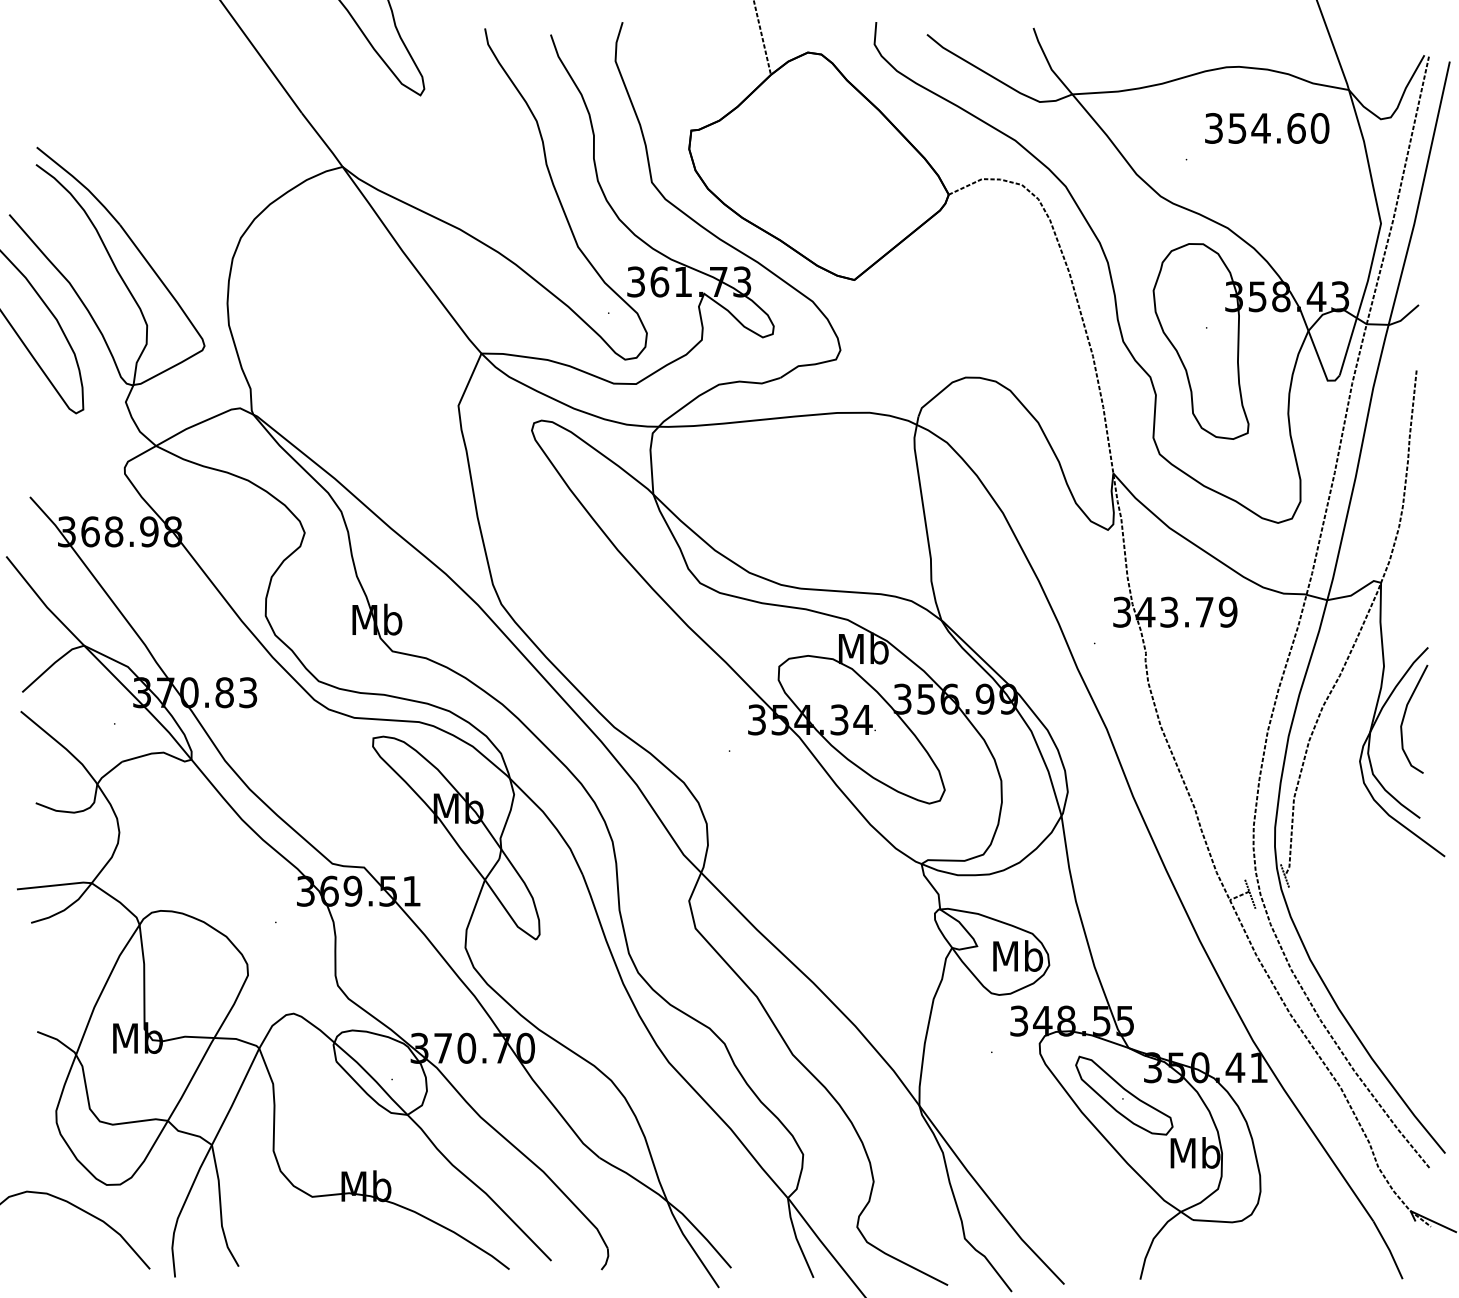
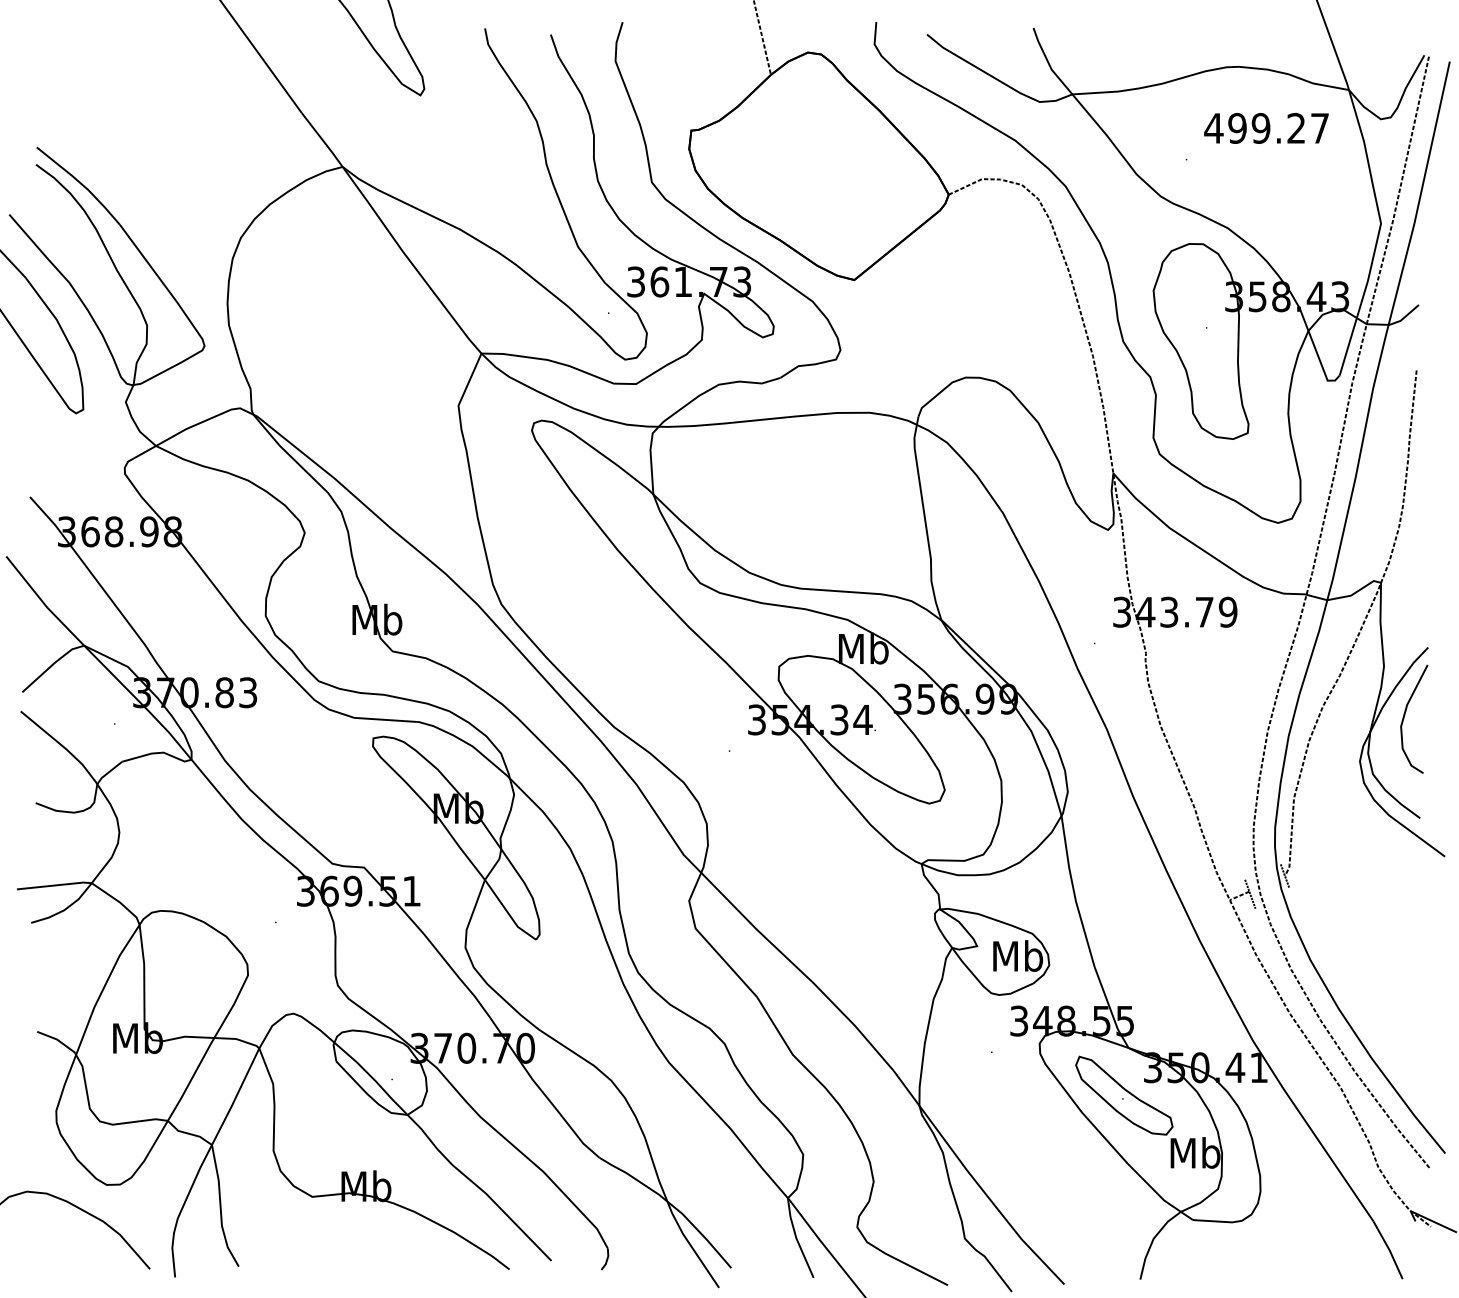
text at (1266, 128): 354.60 -> 499.27
